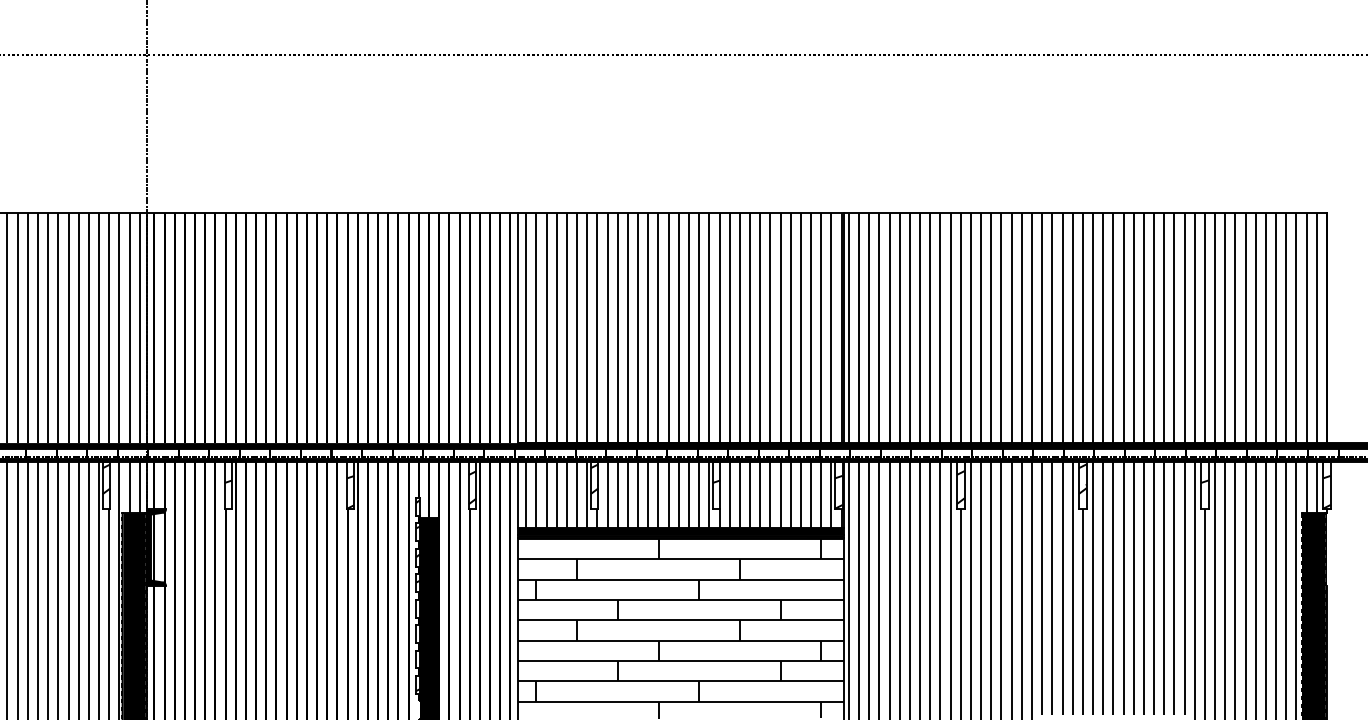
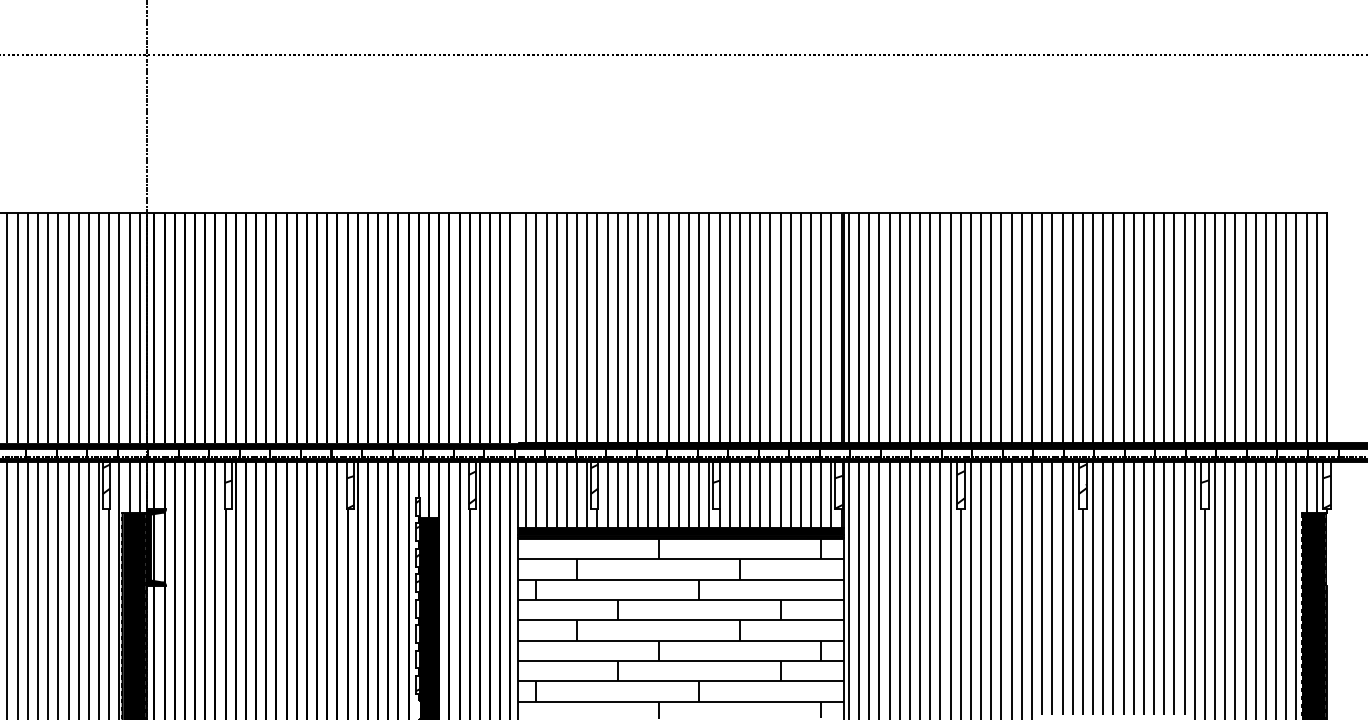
line at (518, 328): present -> none
